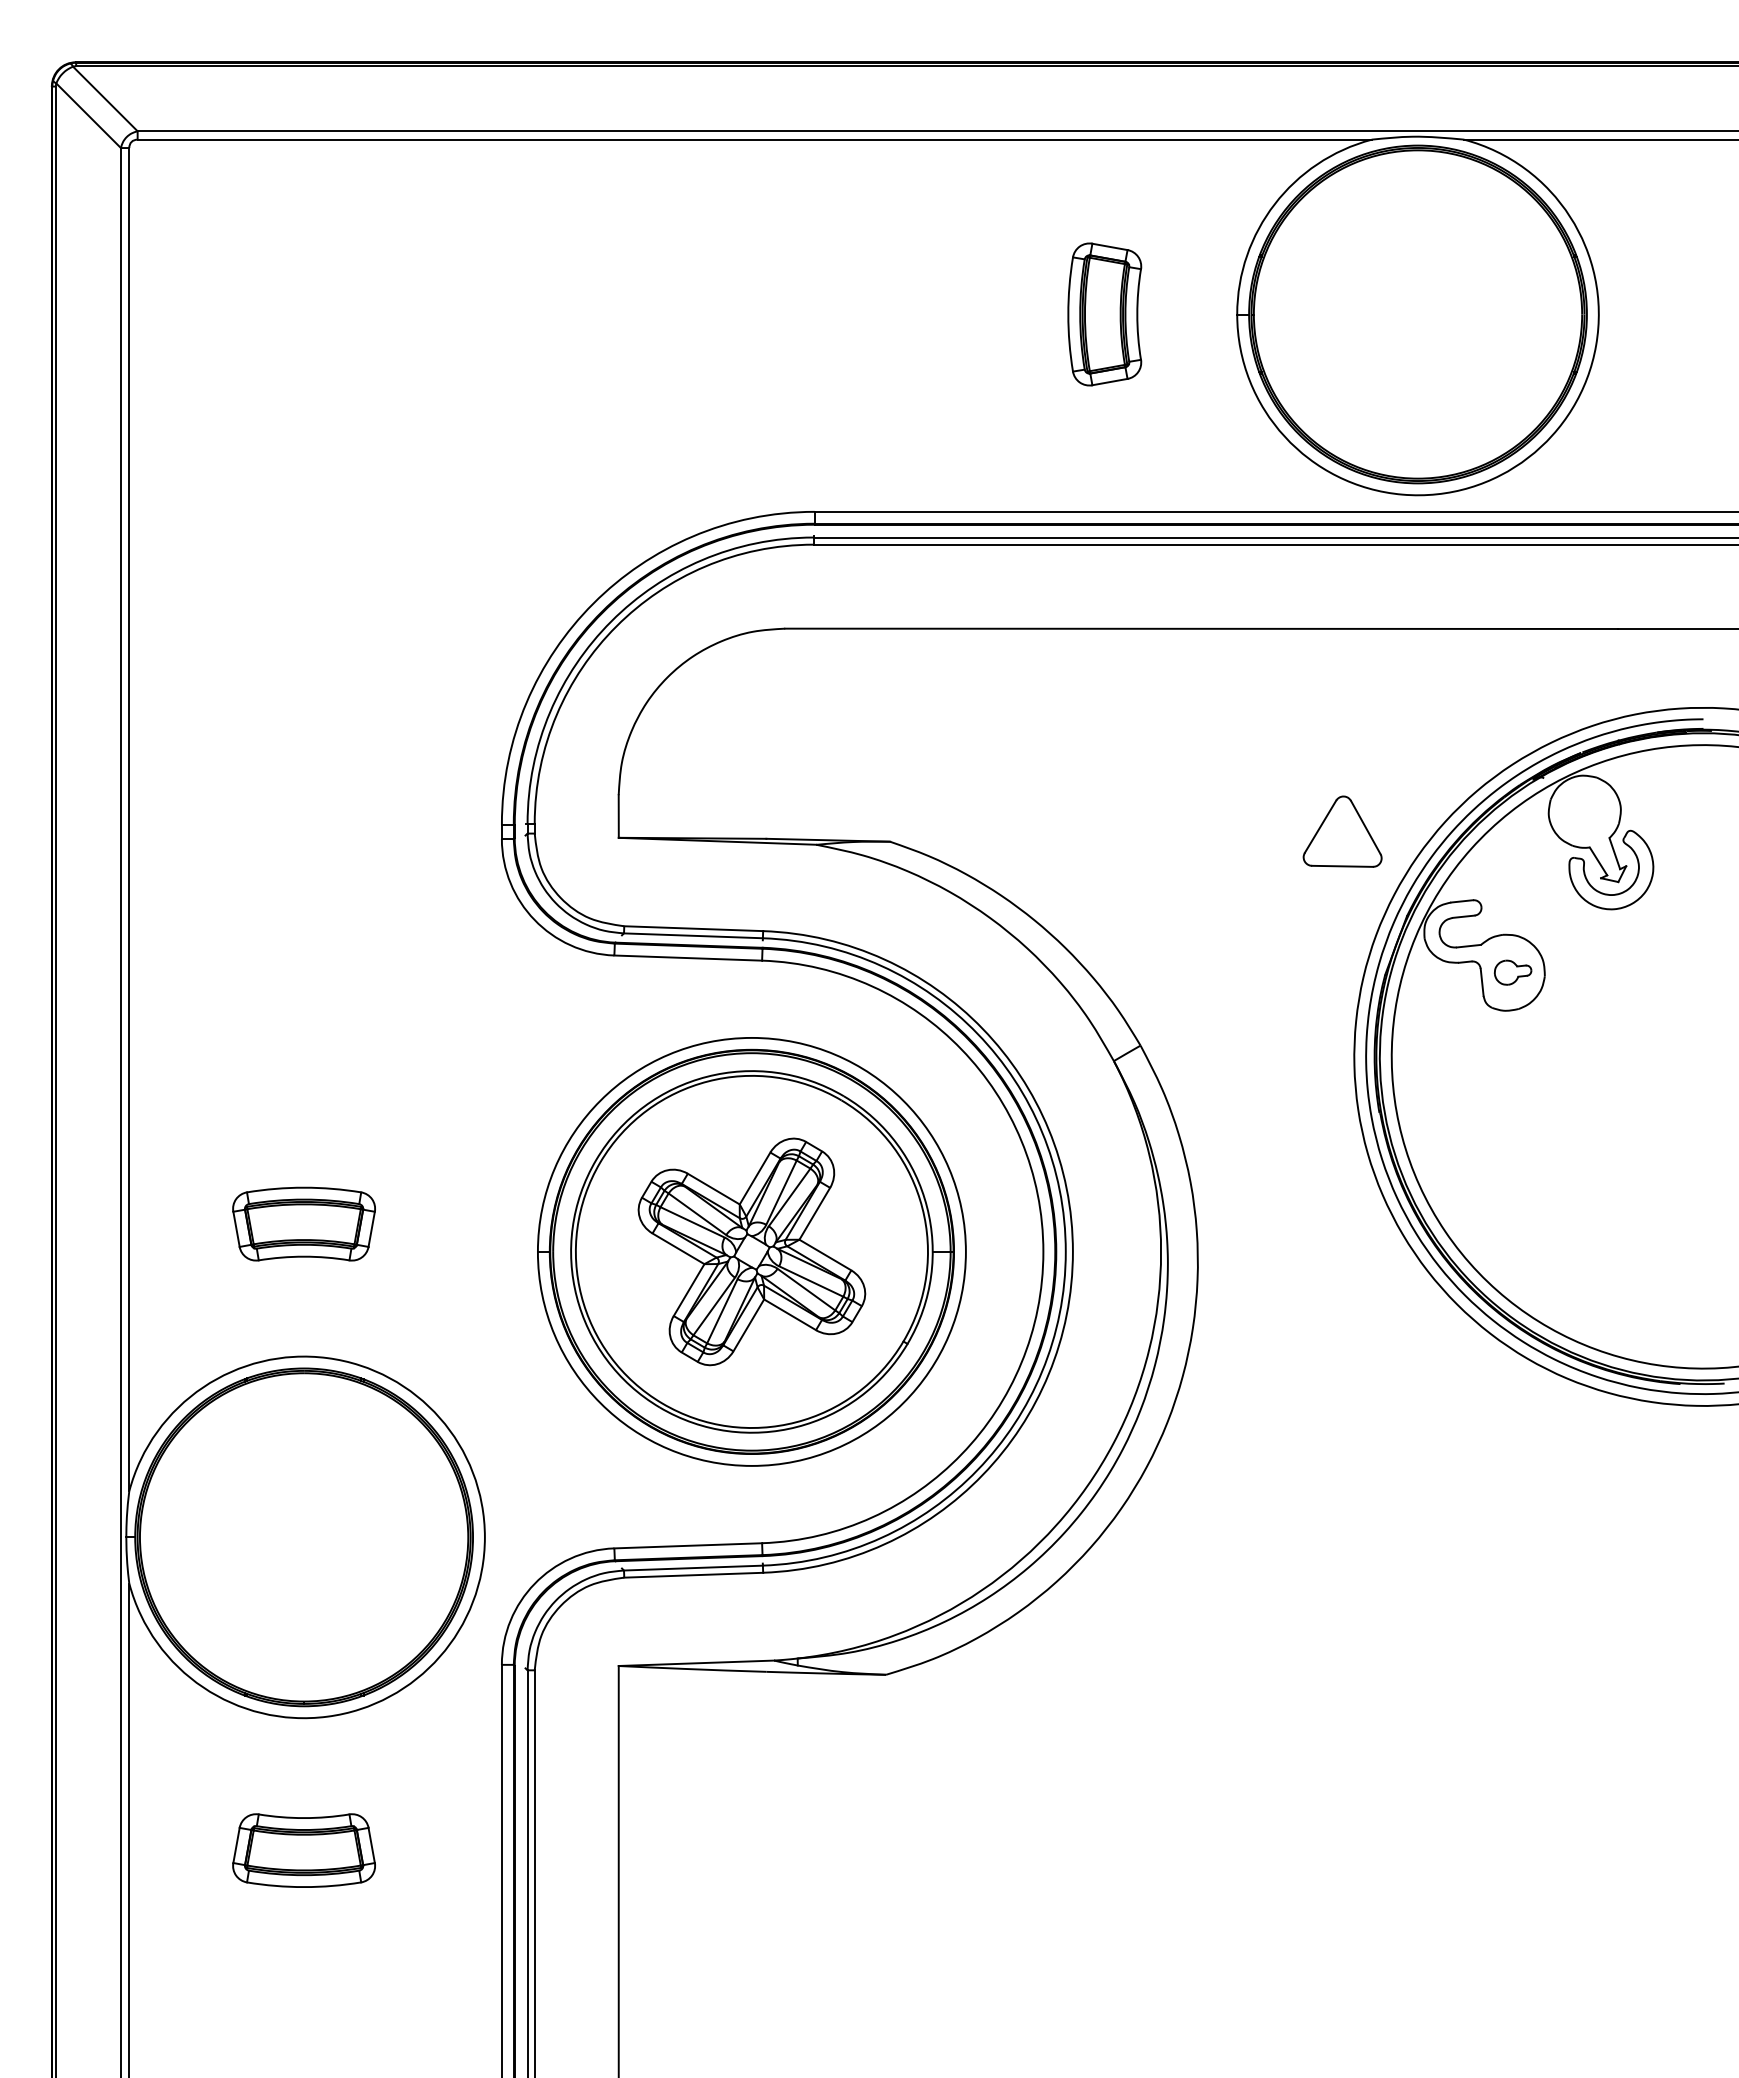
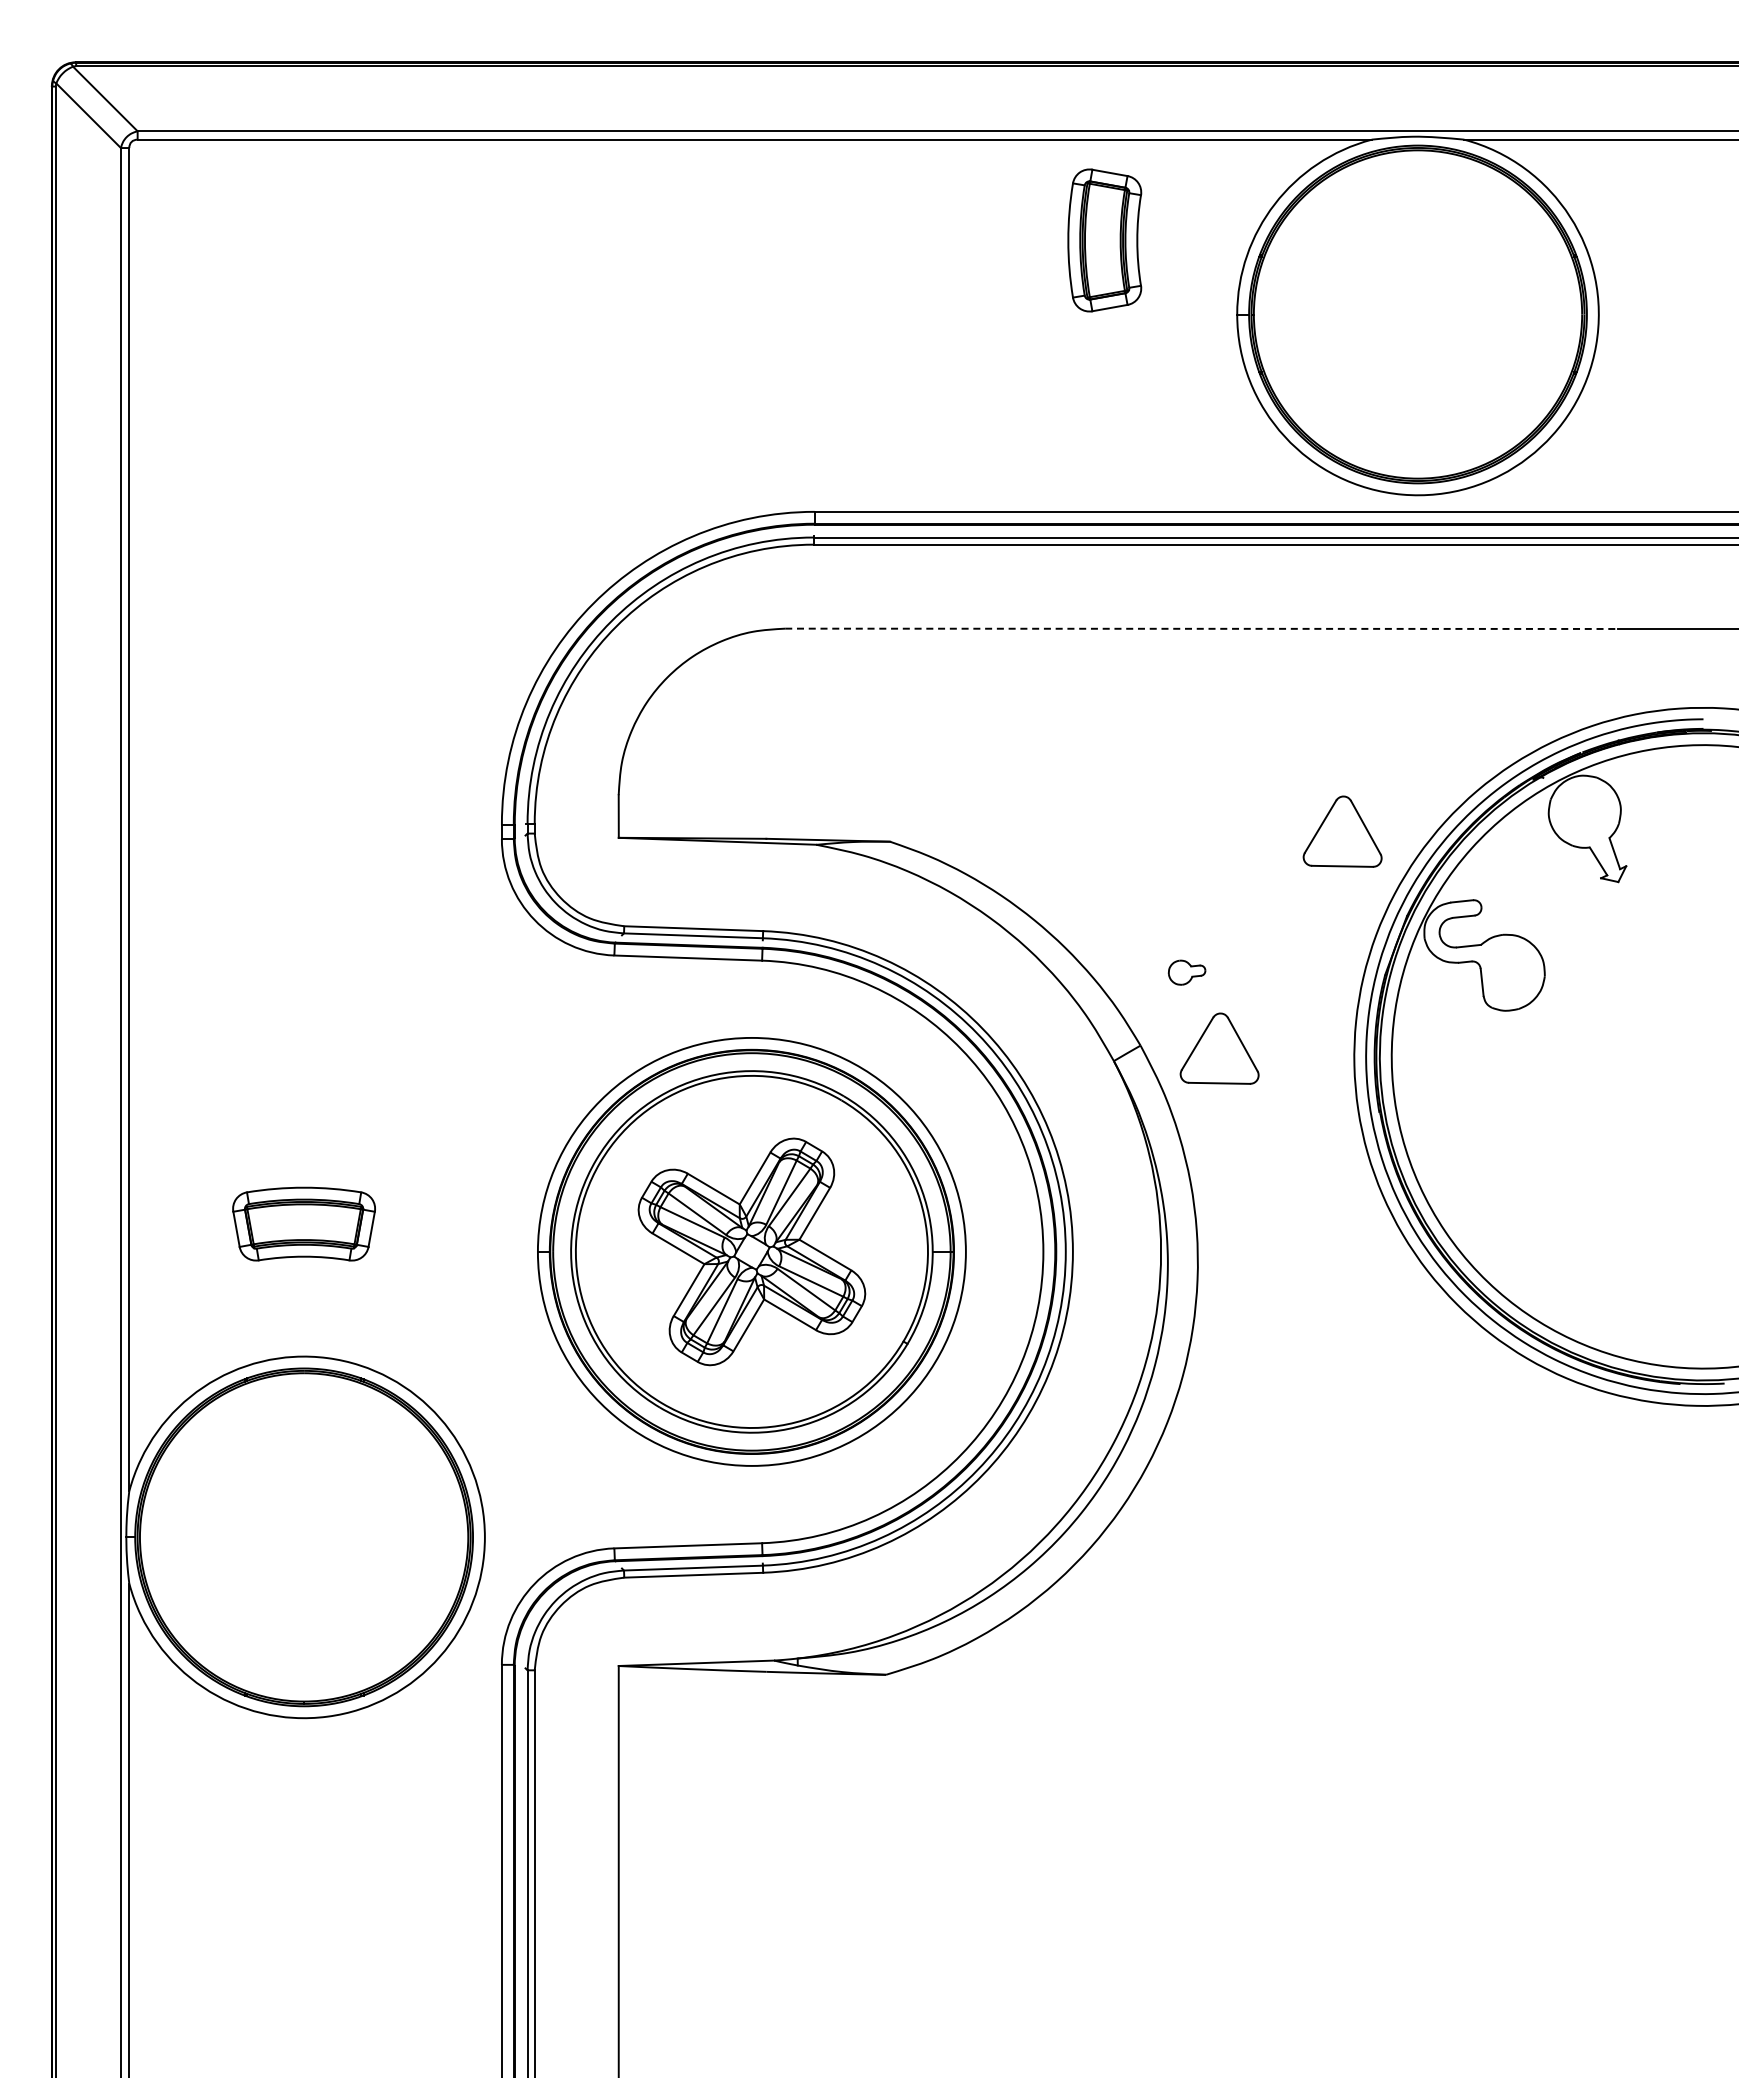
part at (1104, 314) position: (1104, 314) -> (1104, 240)
line at (1201, 628): solid -> dashed
part at (1607, 893): present -> none
part at (1512, 972) position: (1512, 972) -> (1186, 972)
part at (1219, 1048): none -> present
part at (303, 1850): present -> none
